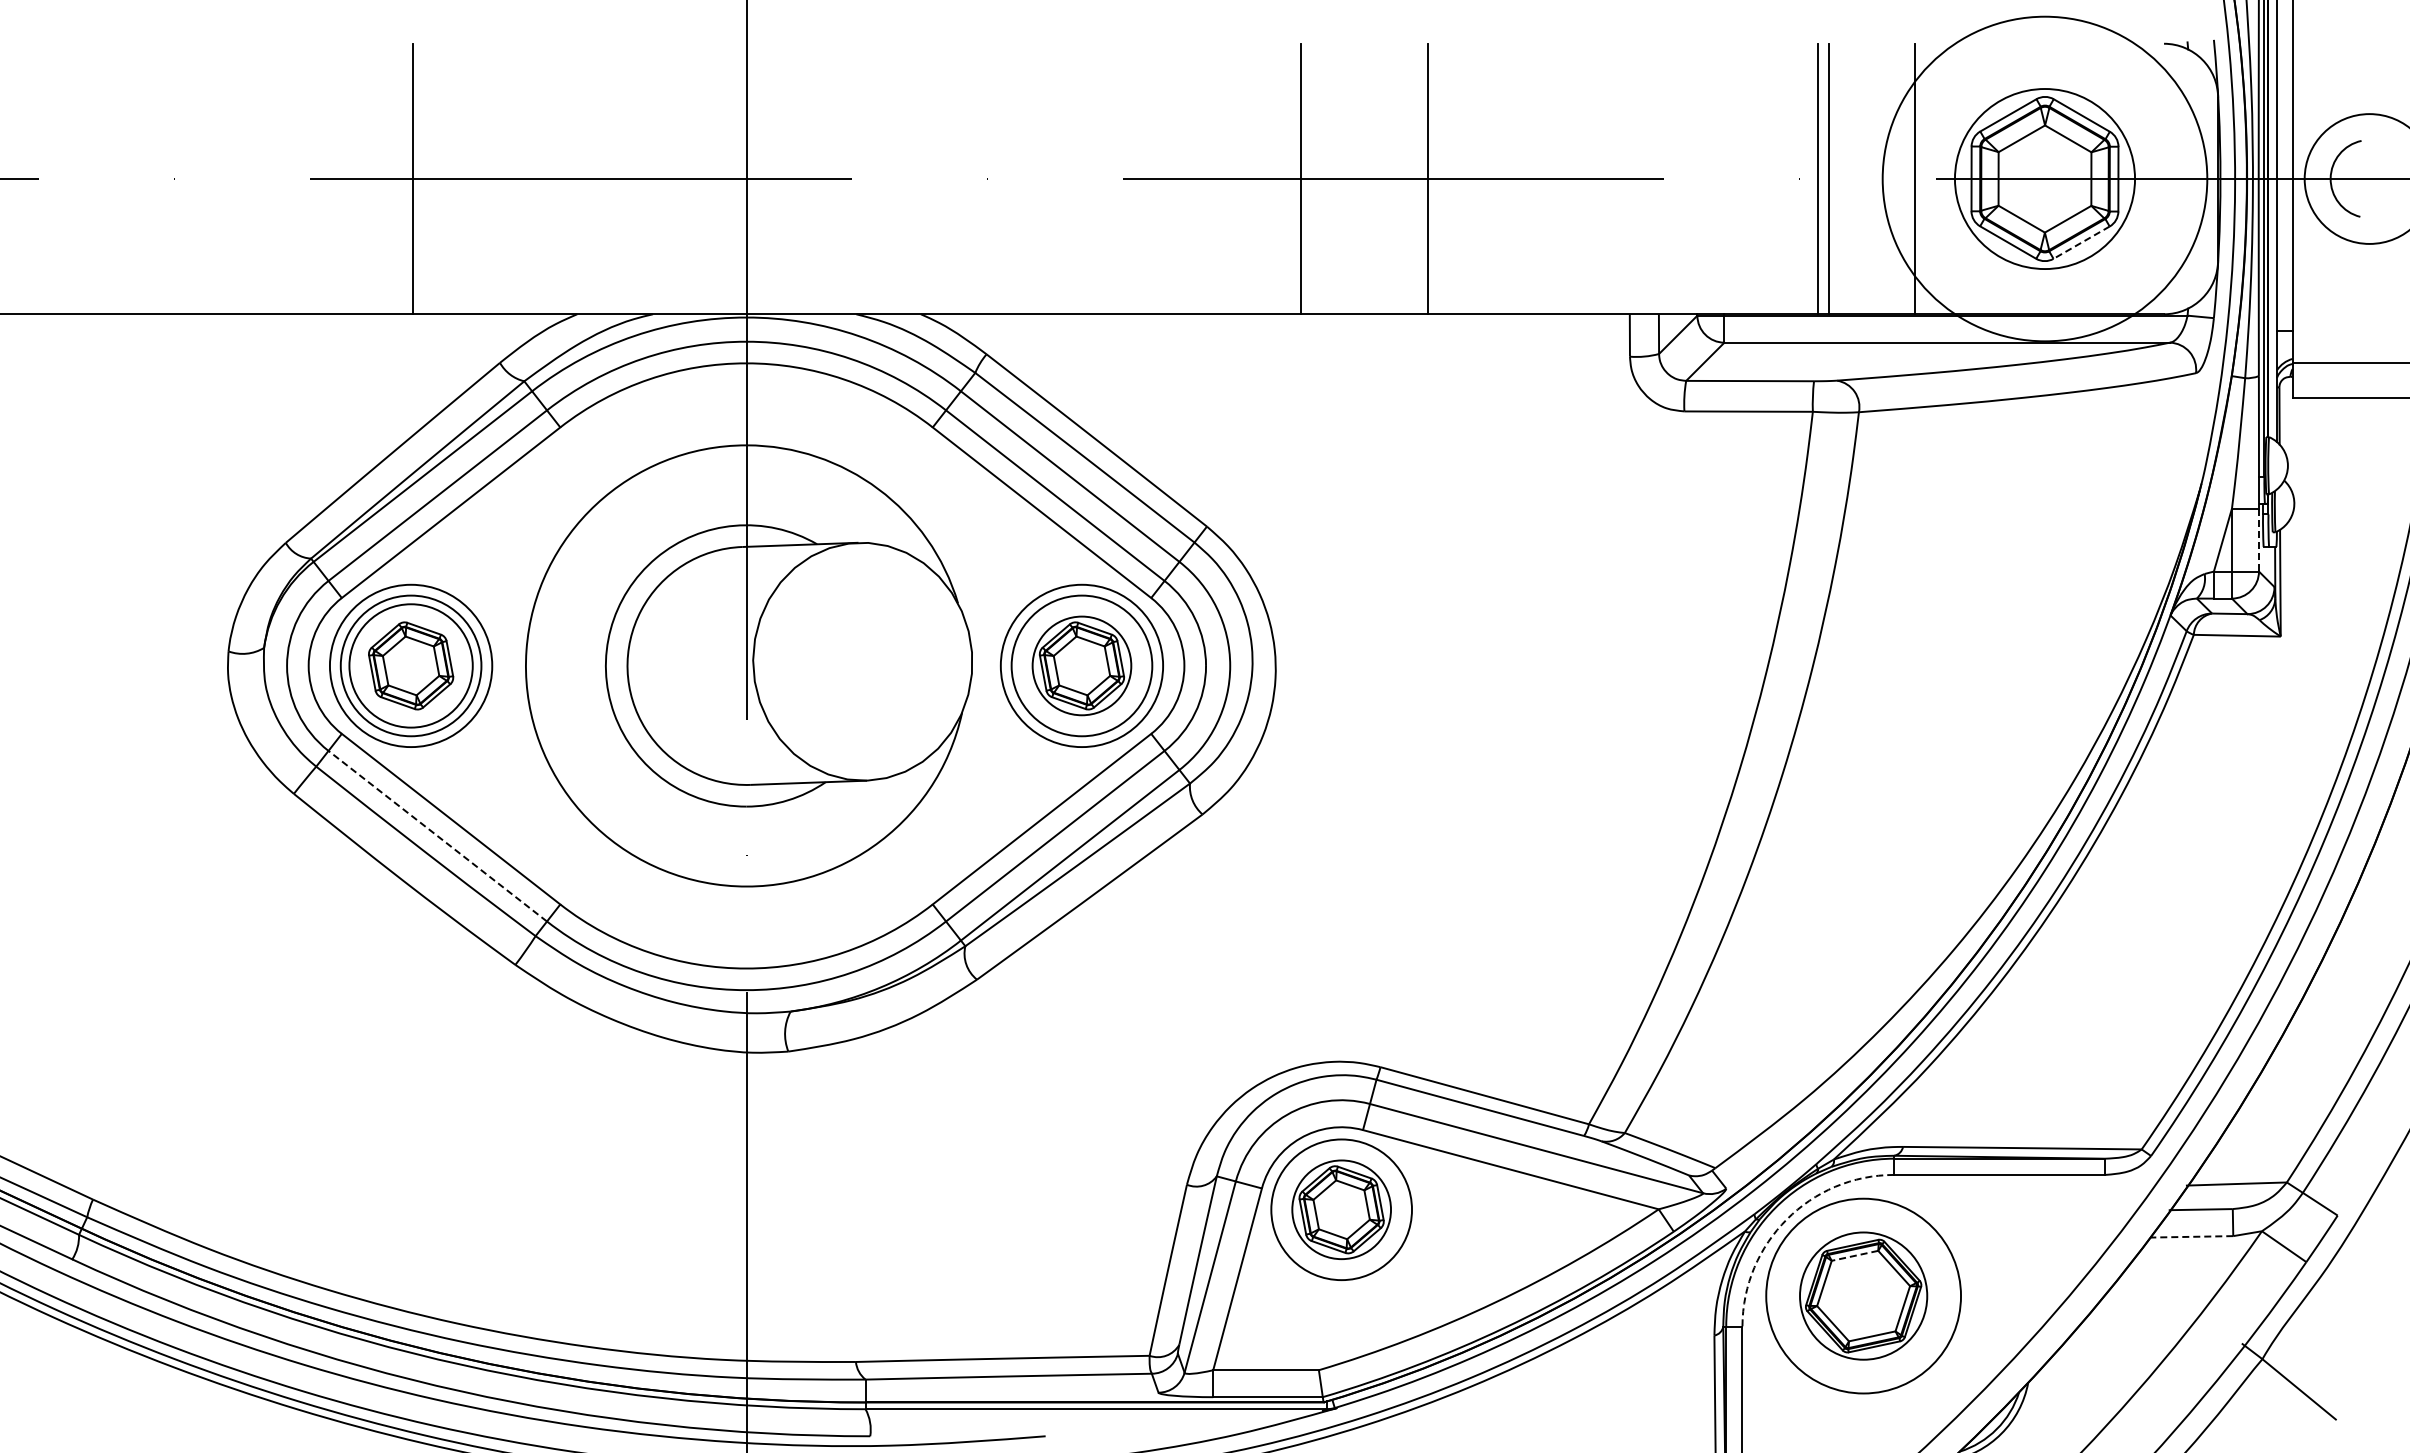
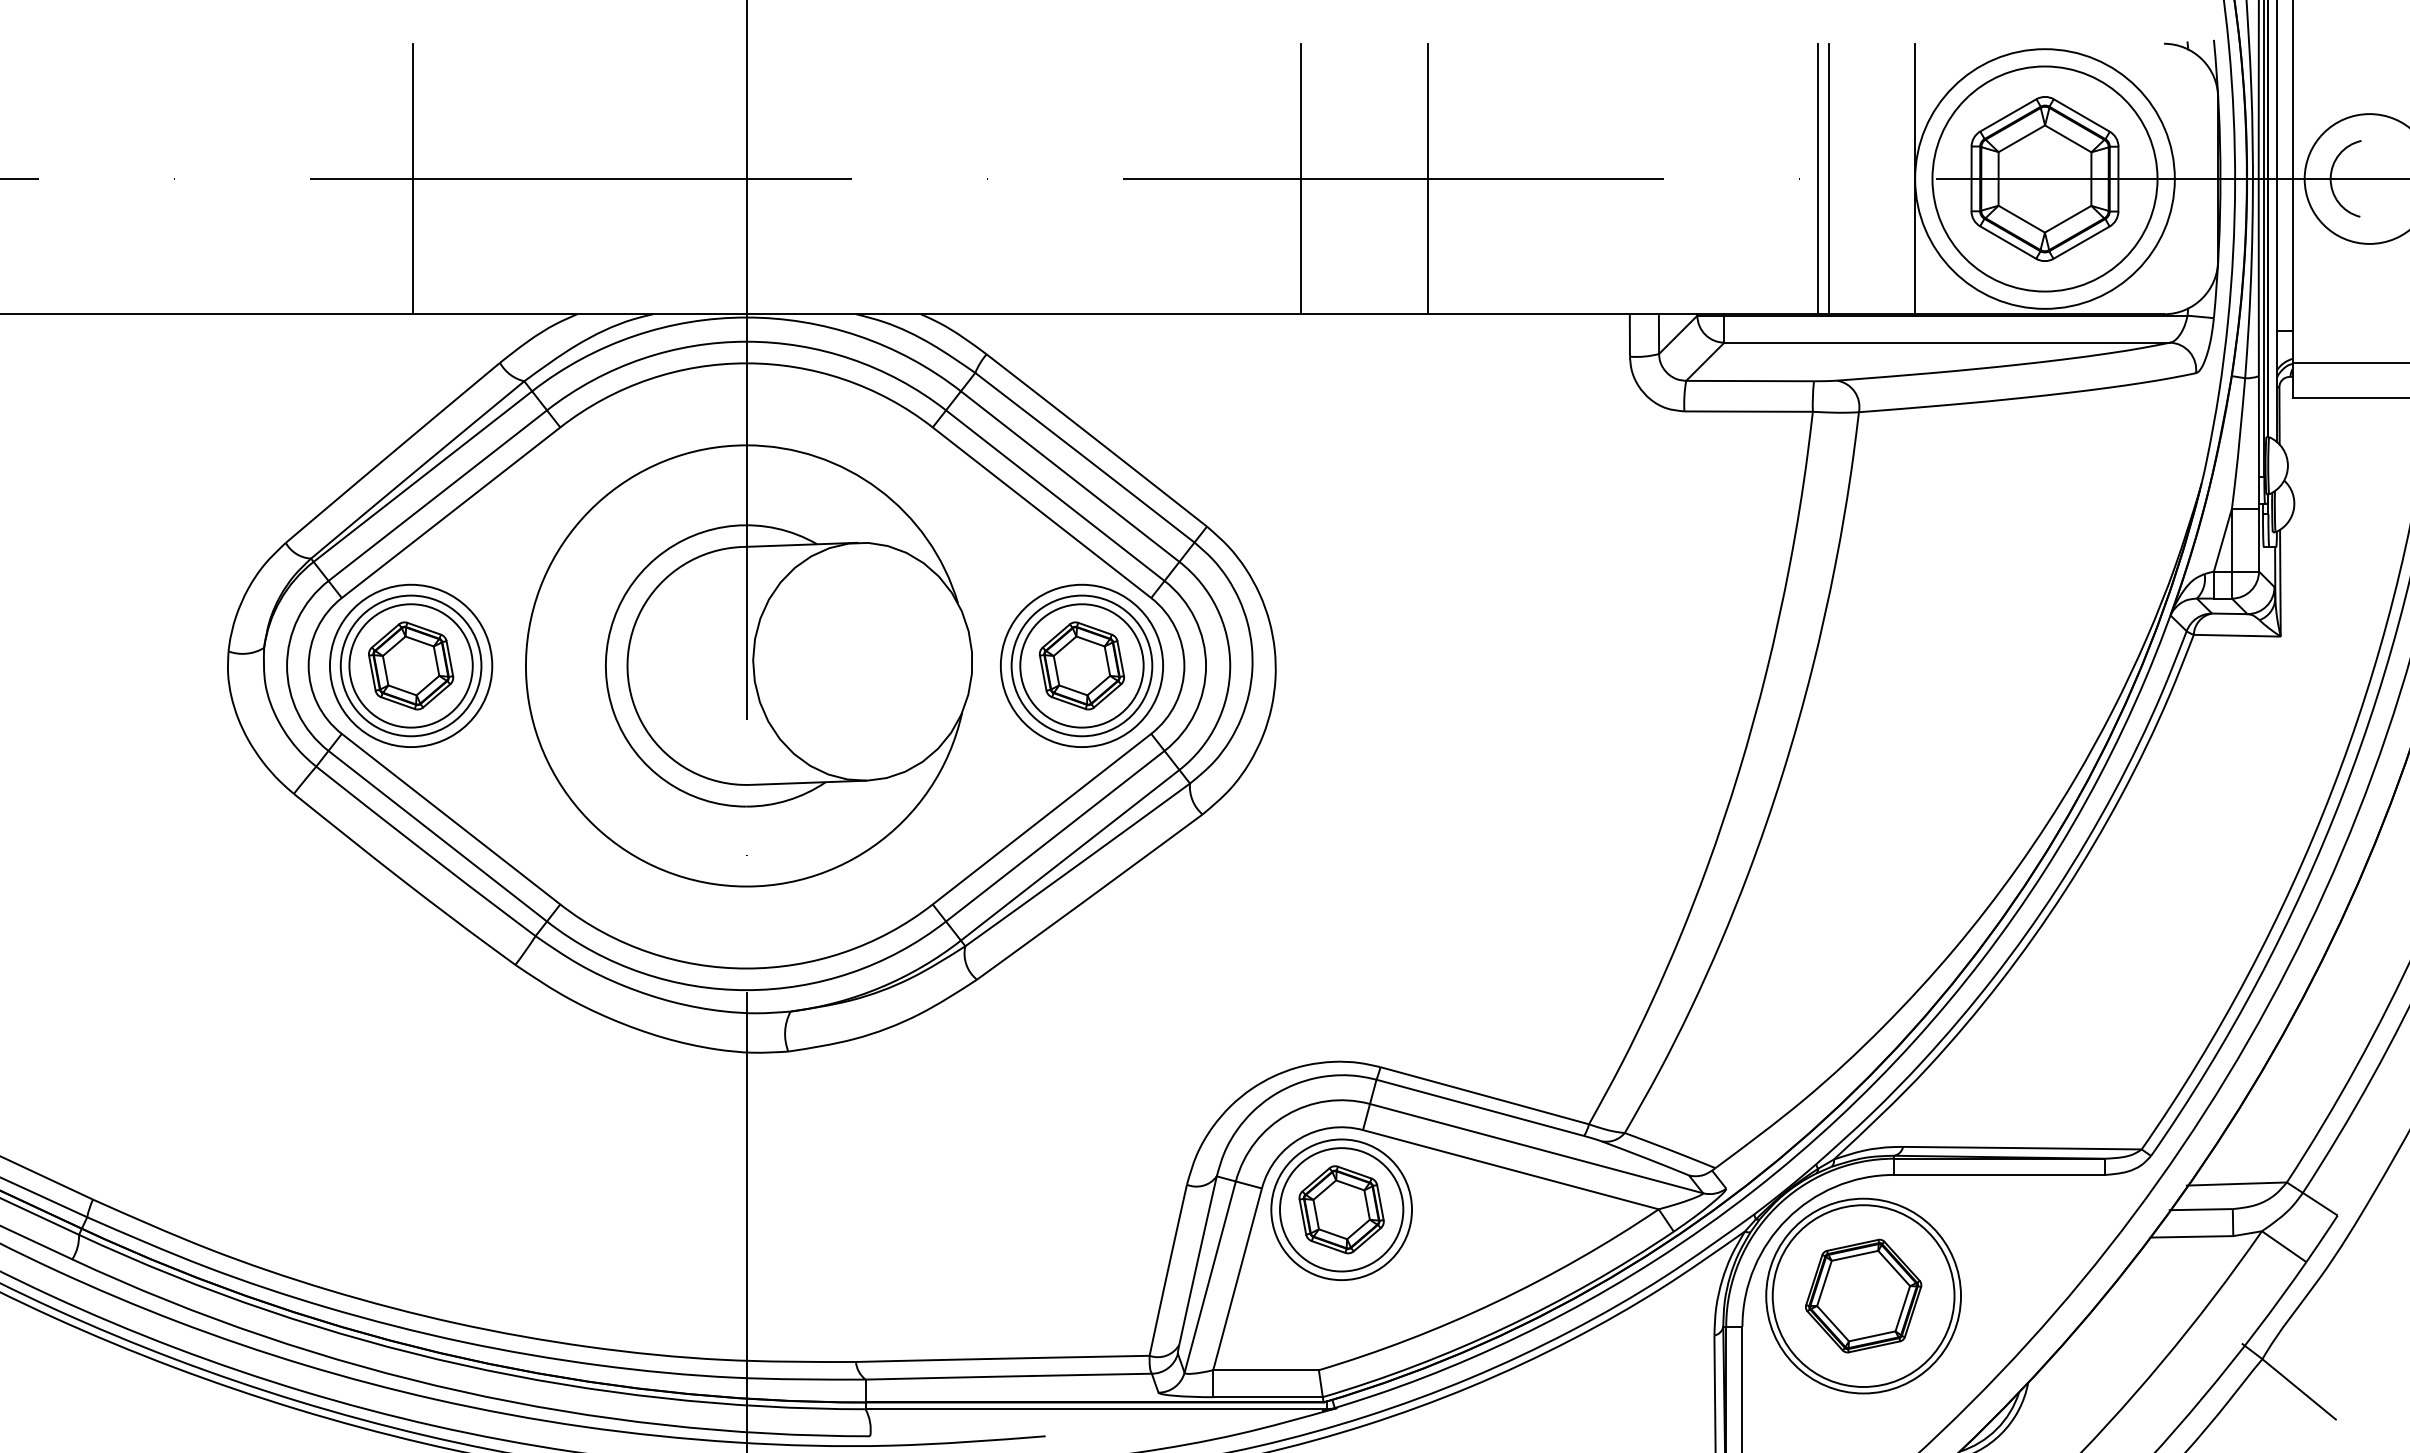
circle at (2044, 178) diameter: 325 px -> 260 px
circle at (2044, 179) diameter: 180 px -> 225 px
line at (2081, 242): dashed -> solid
line at (2258, 540): dashed -> solid
circle at (1081, 665) diameter: 99 px -> 123 px
line at (437, 836): dashed -> solid
circle at (1341, 1209) diameter: 99 px -> 123 px
arc at (1786, 1219): dashed -> solid
line at (2191, 1236): dashed -> solid
line at (1854, 1255): dashed -> solid
circle at (1863, 1295) diameter: 127 px -> 182 px
